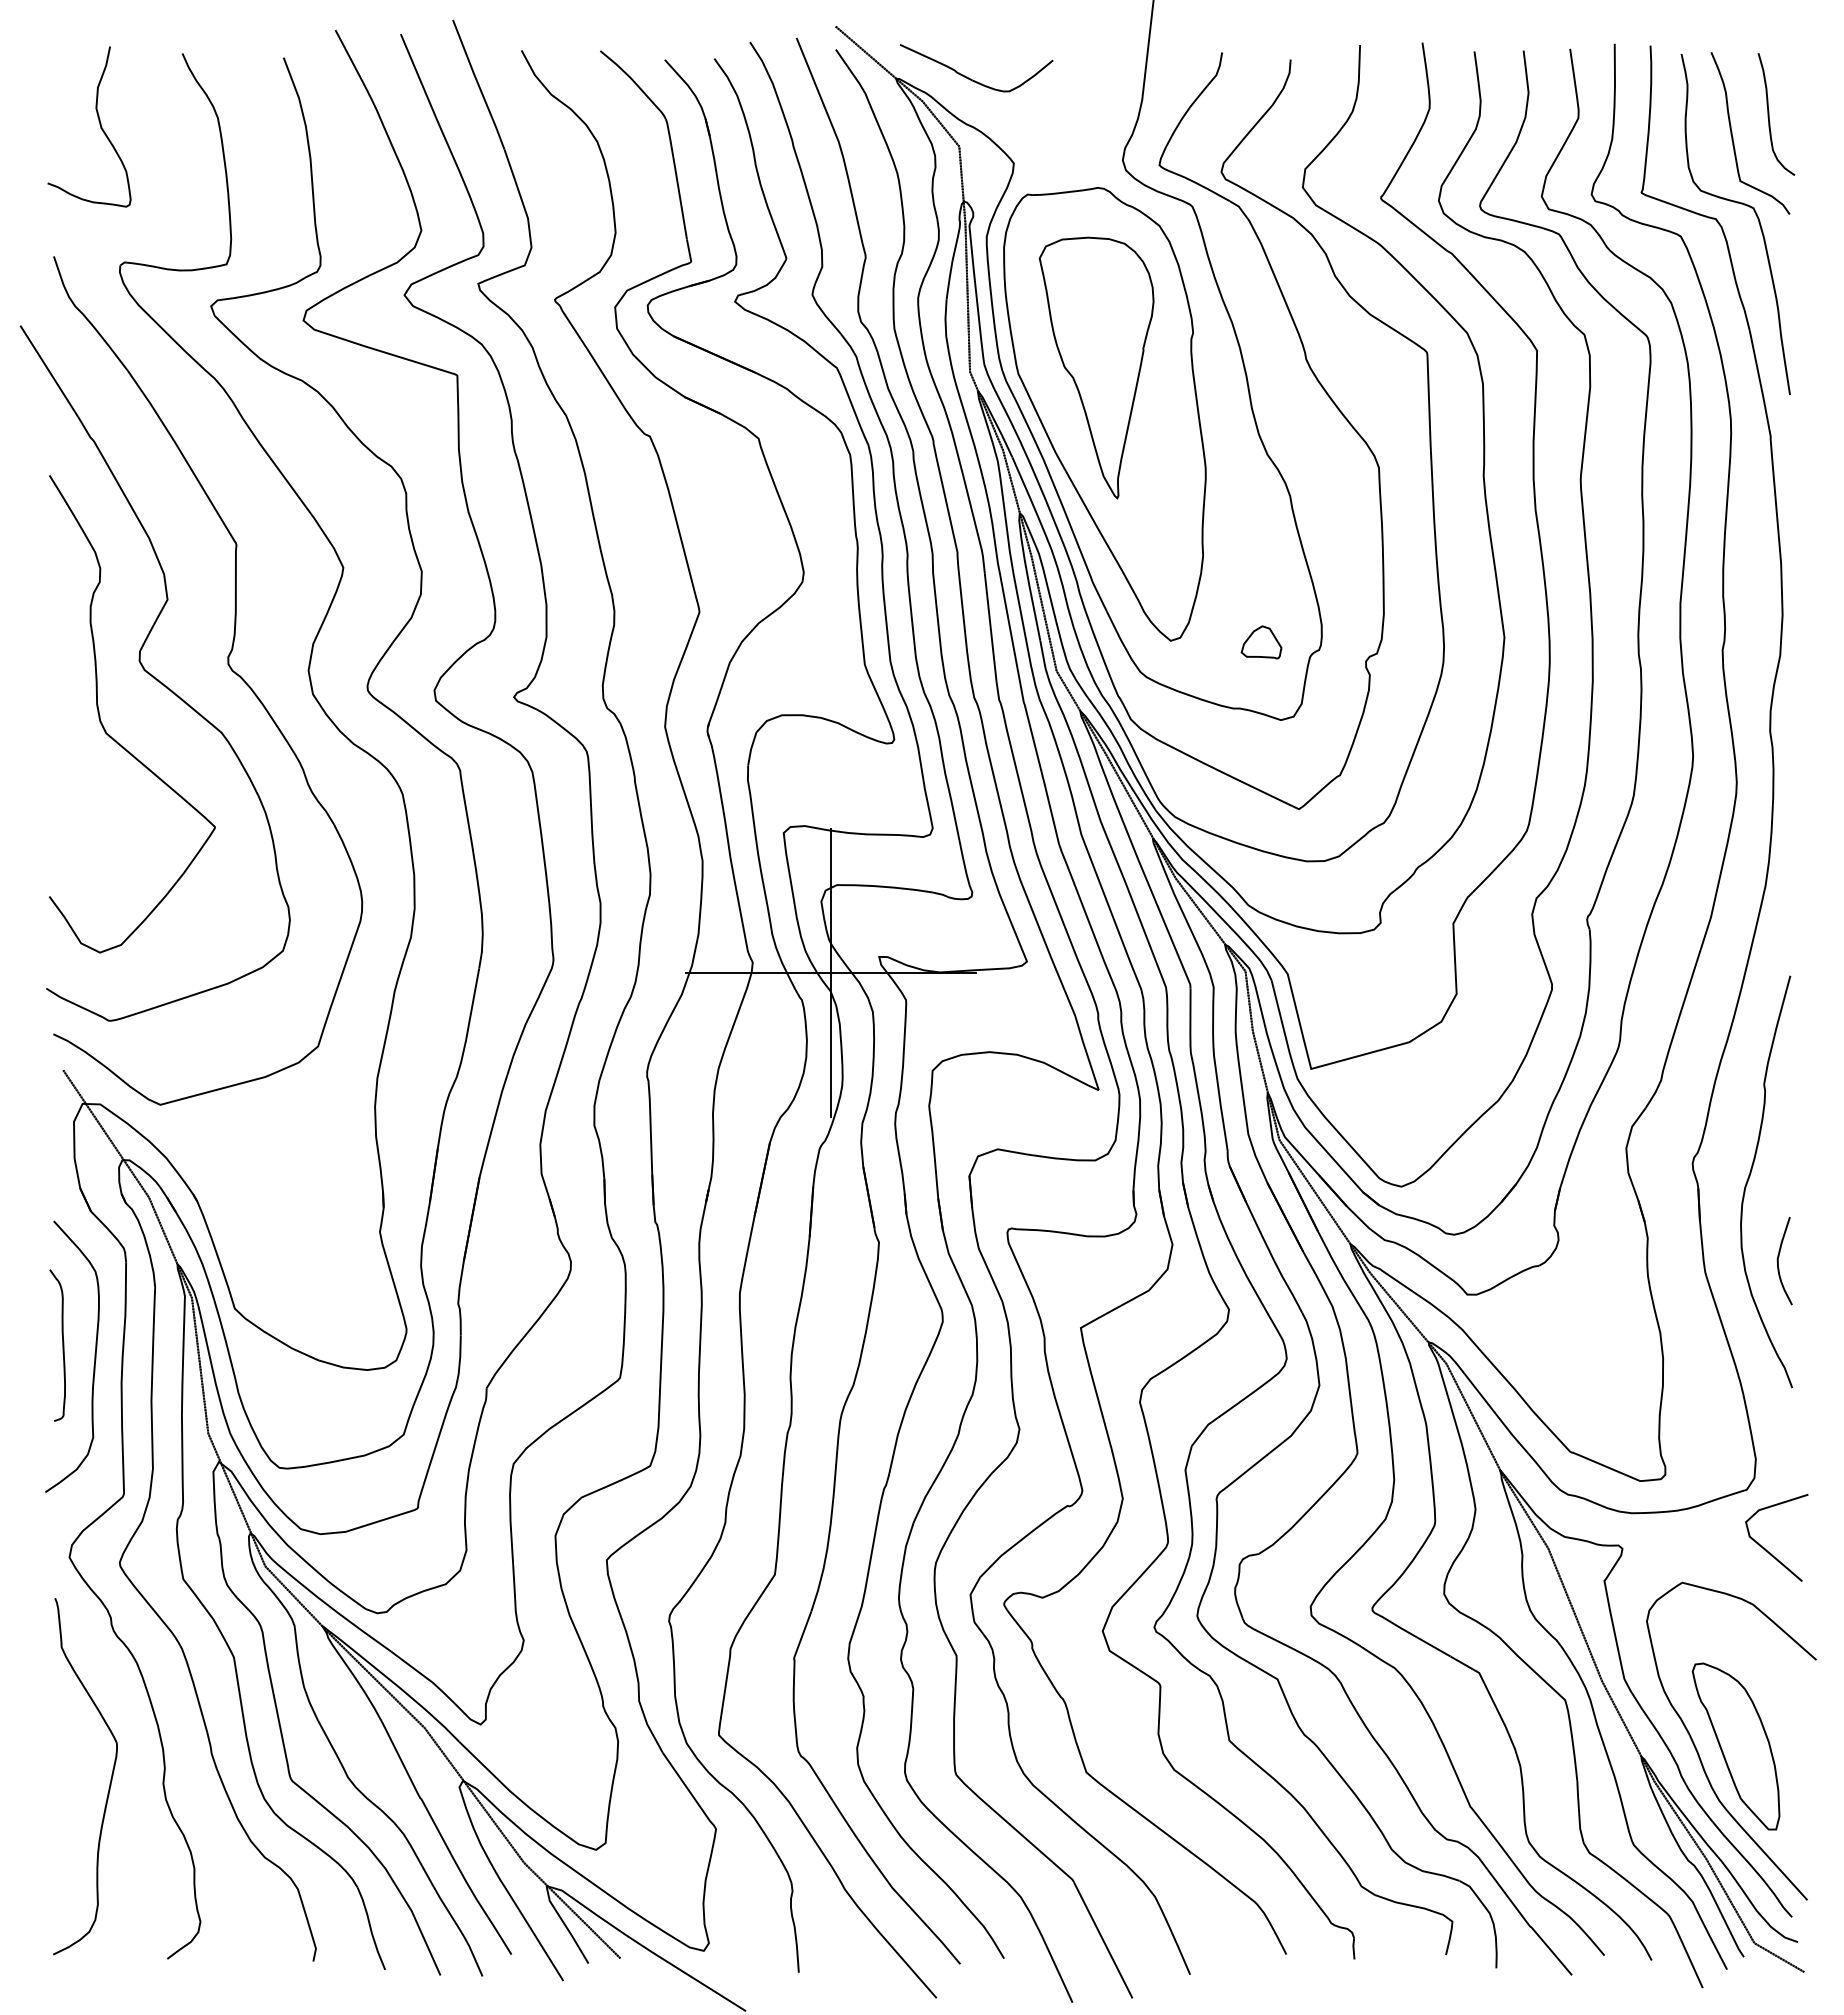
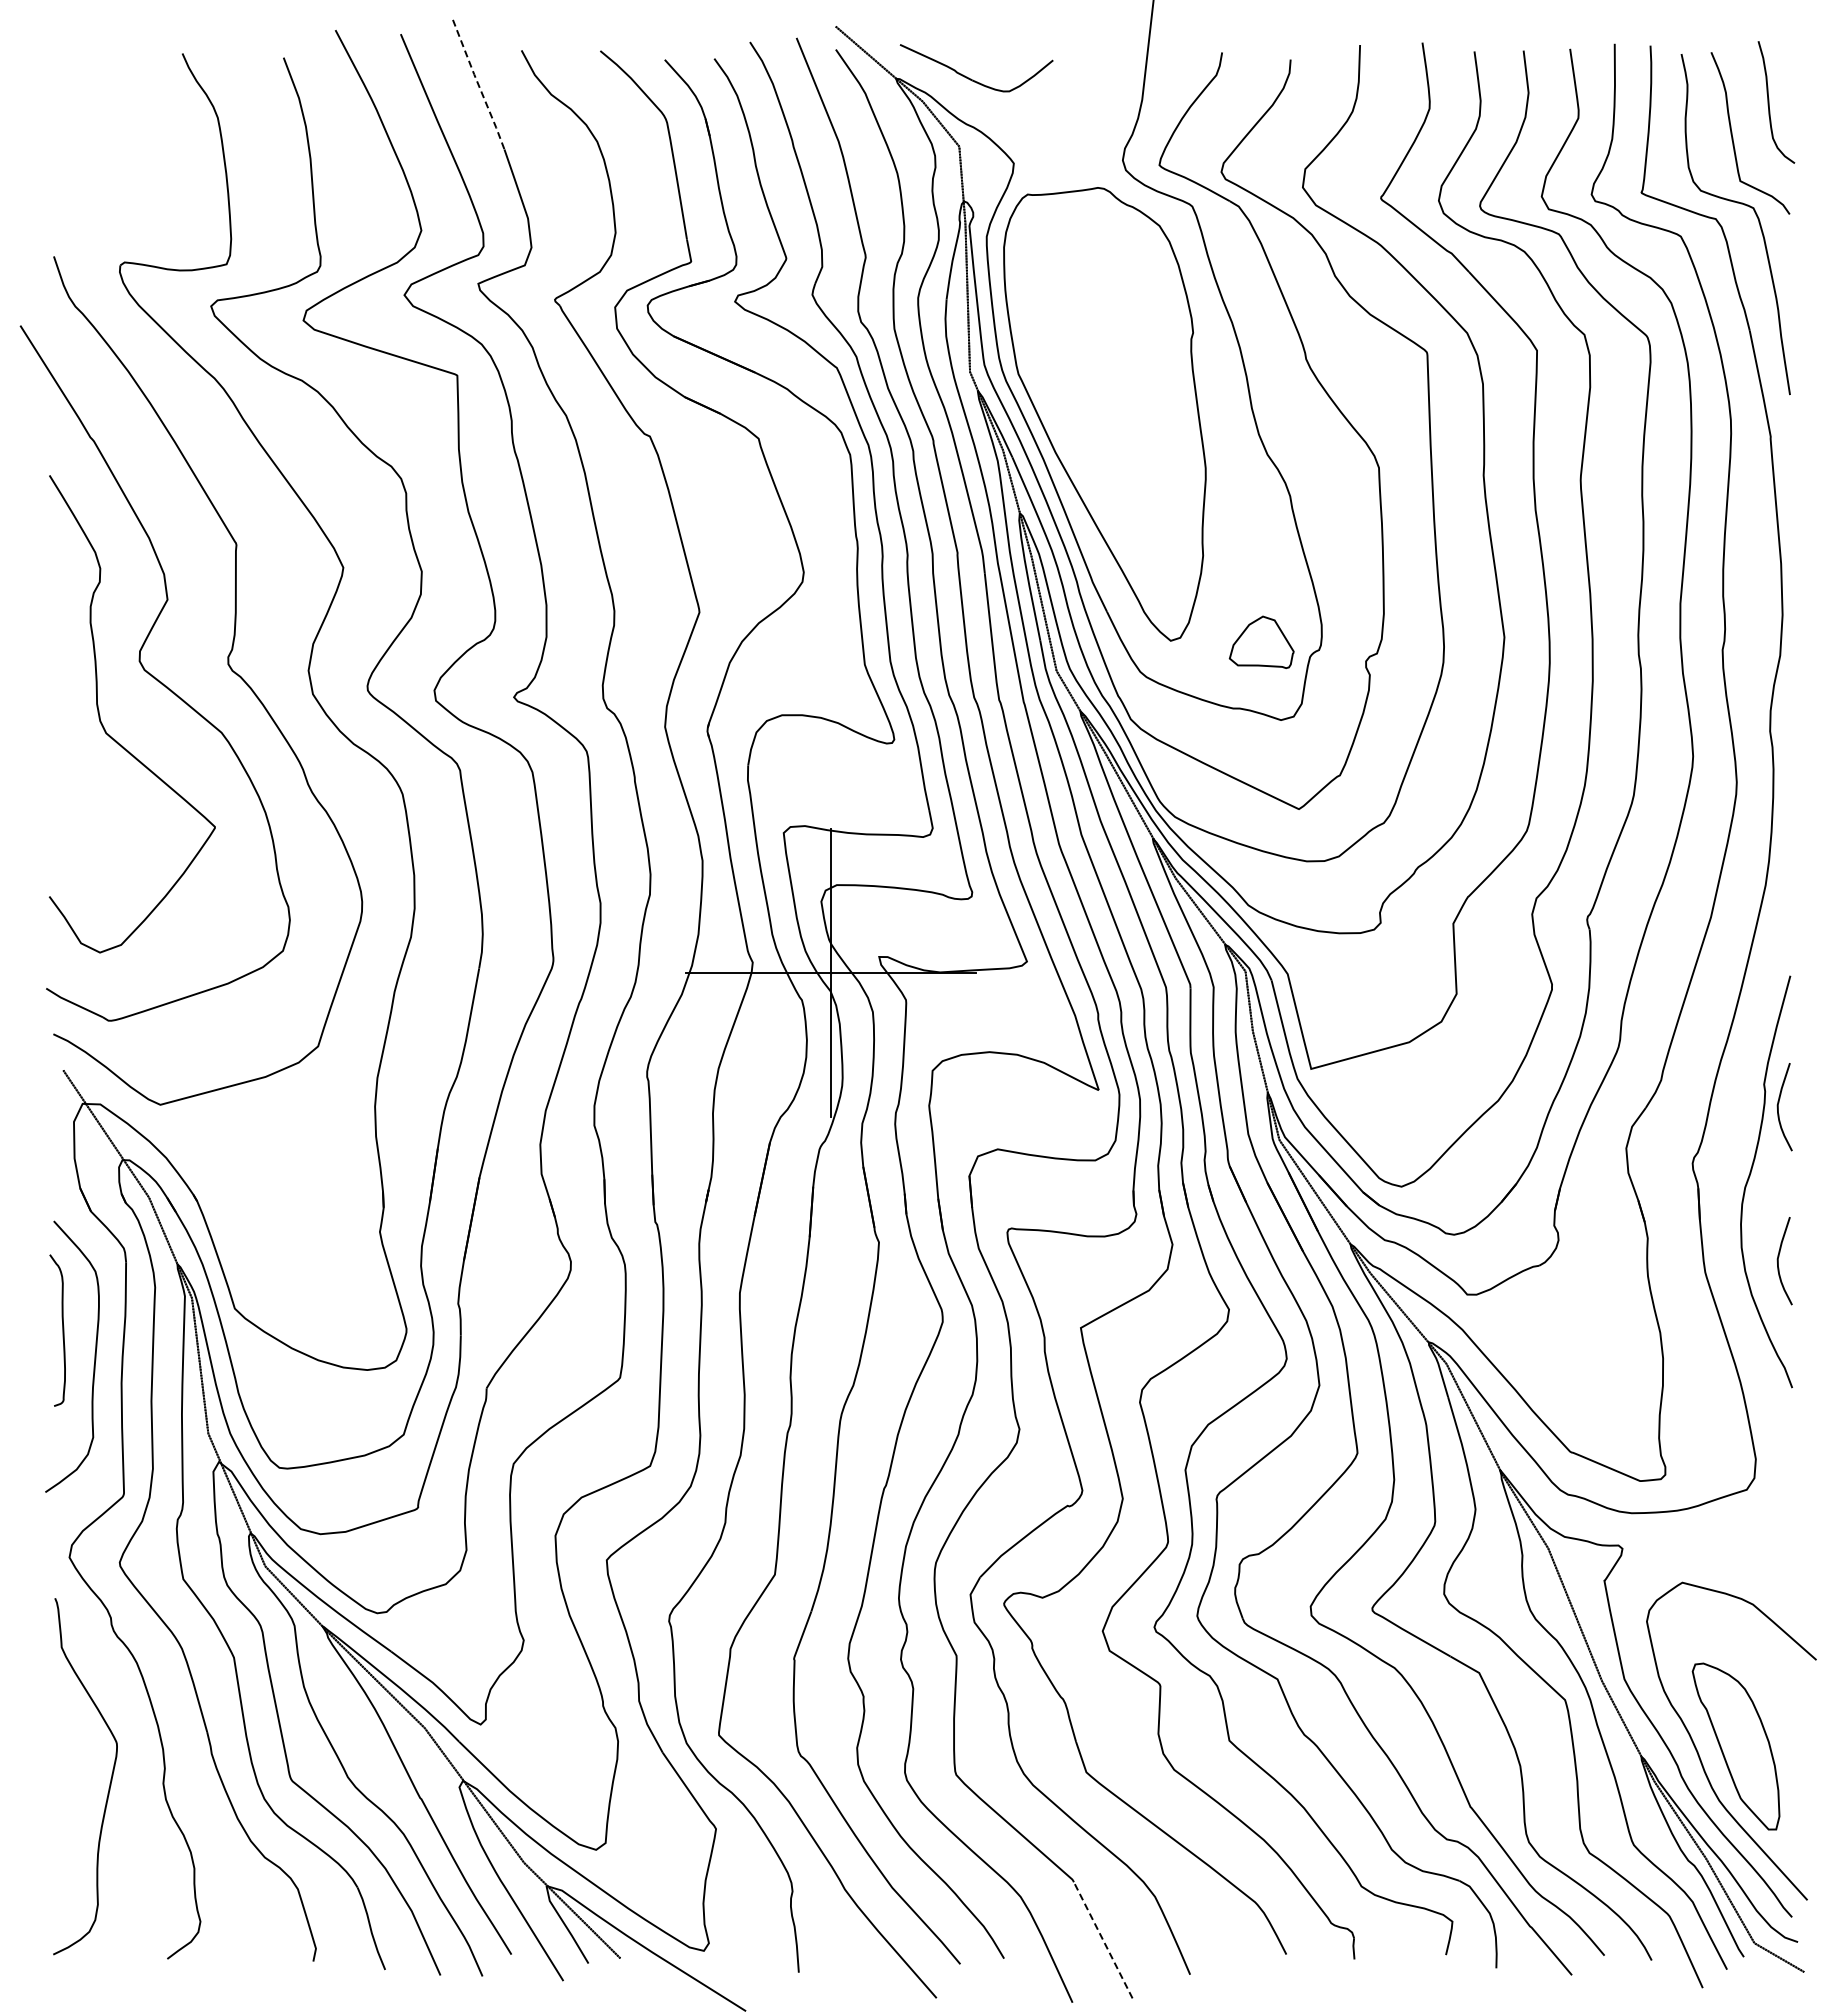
line at (478, 85): solid -> dashed
curve at (1769, 114) position: (1769, 114) -> (1769, 102)
part at (99, 125): present -> none
part at (1096, 367): present -> none
part at (1261, 642) size: 43x35 px -> 67x54 px
curve at (1778, 1107): none -> present
curve at (62, 1345) position: (62, 1345) -> (62, 1330)
curve at (1765, 1548): present -> none
line at (1103, 1939): solid -> dashed
